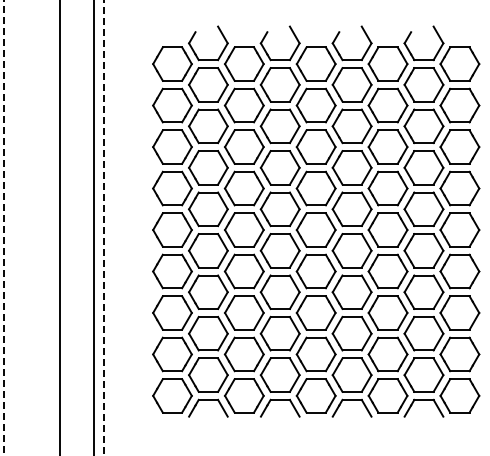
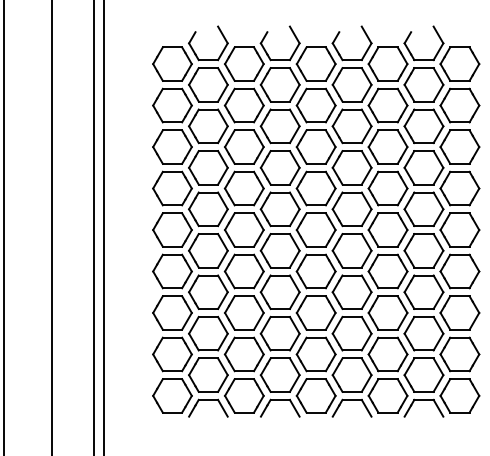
line at (4, 227): dashed -> solid
line at (59, 227) position: (59, 227) -> (51, 227)
line at (104, 227): dashed -> solid
